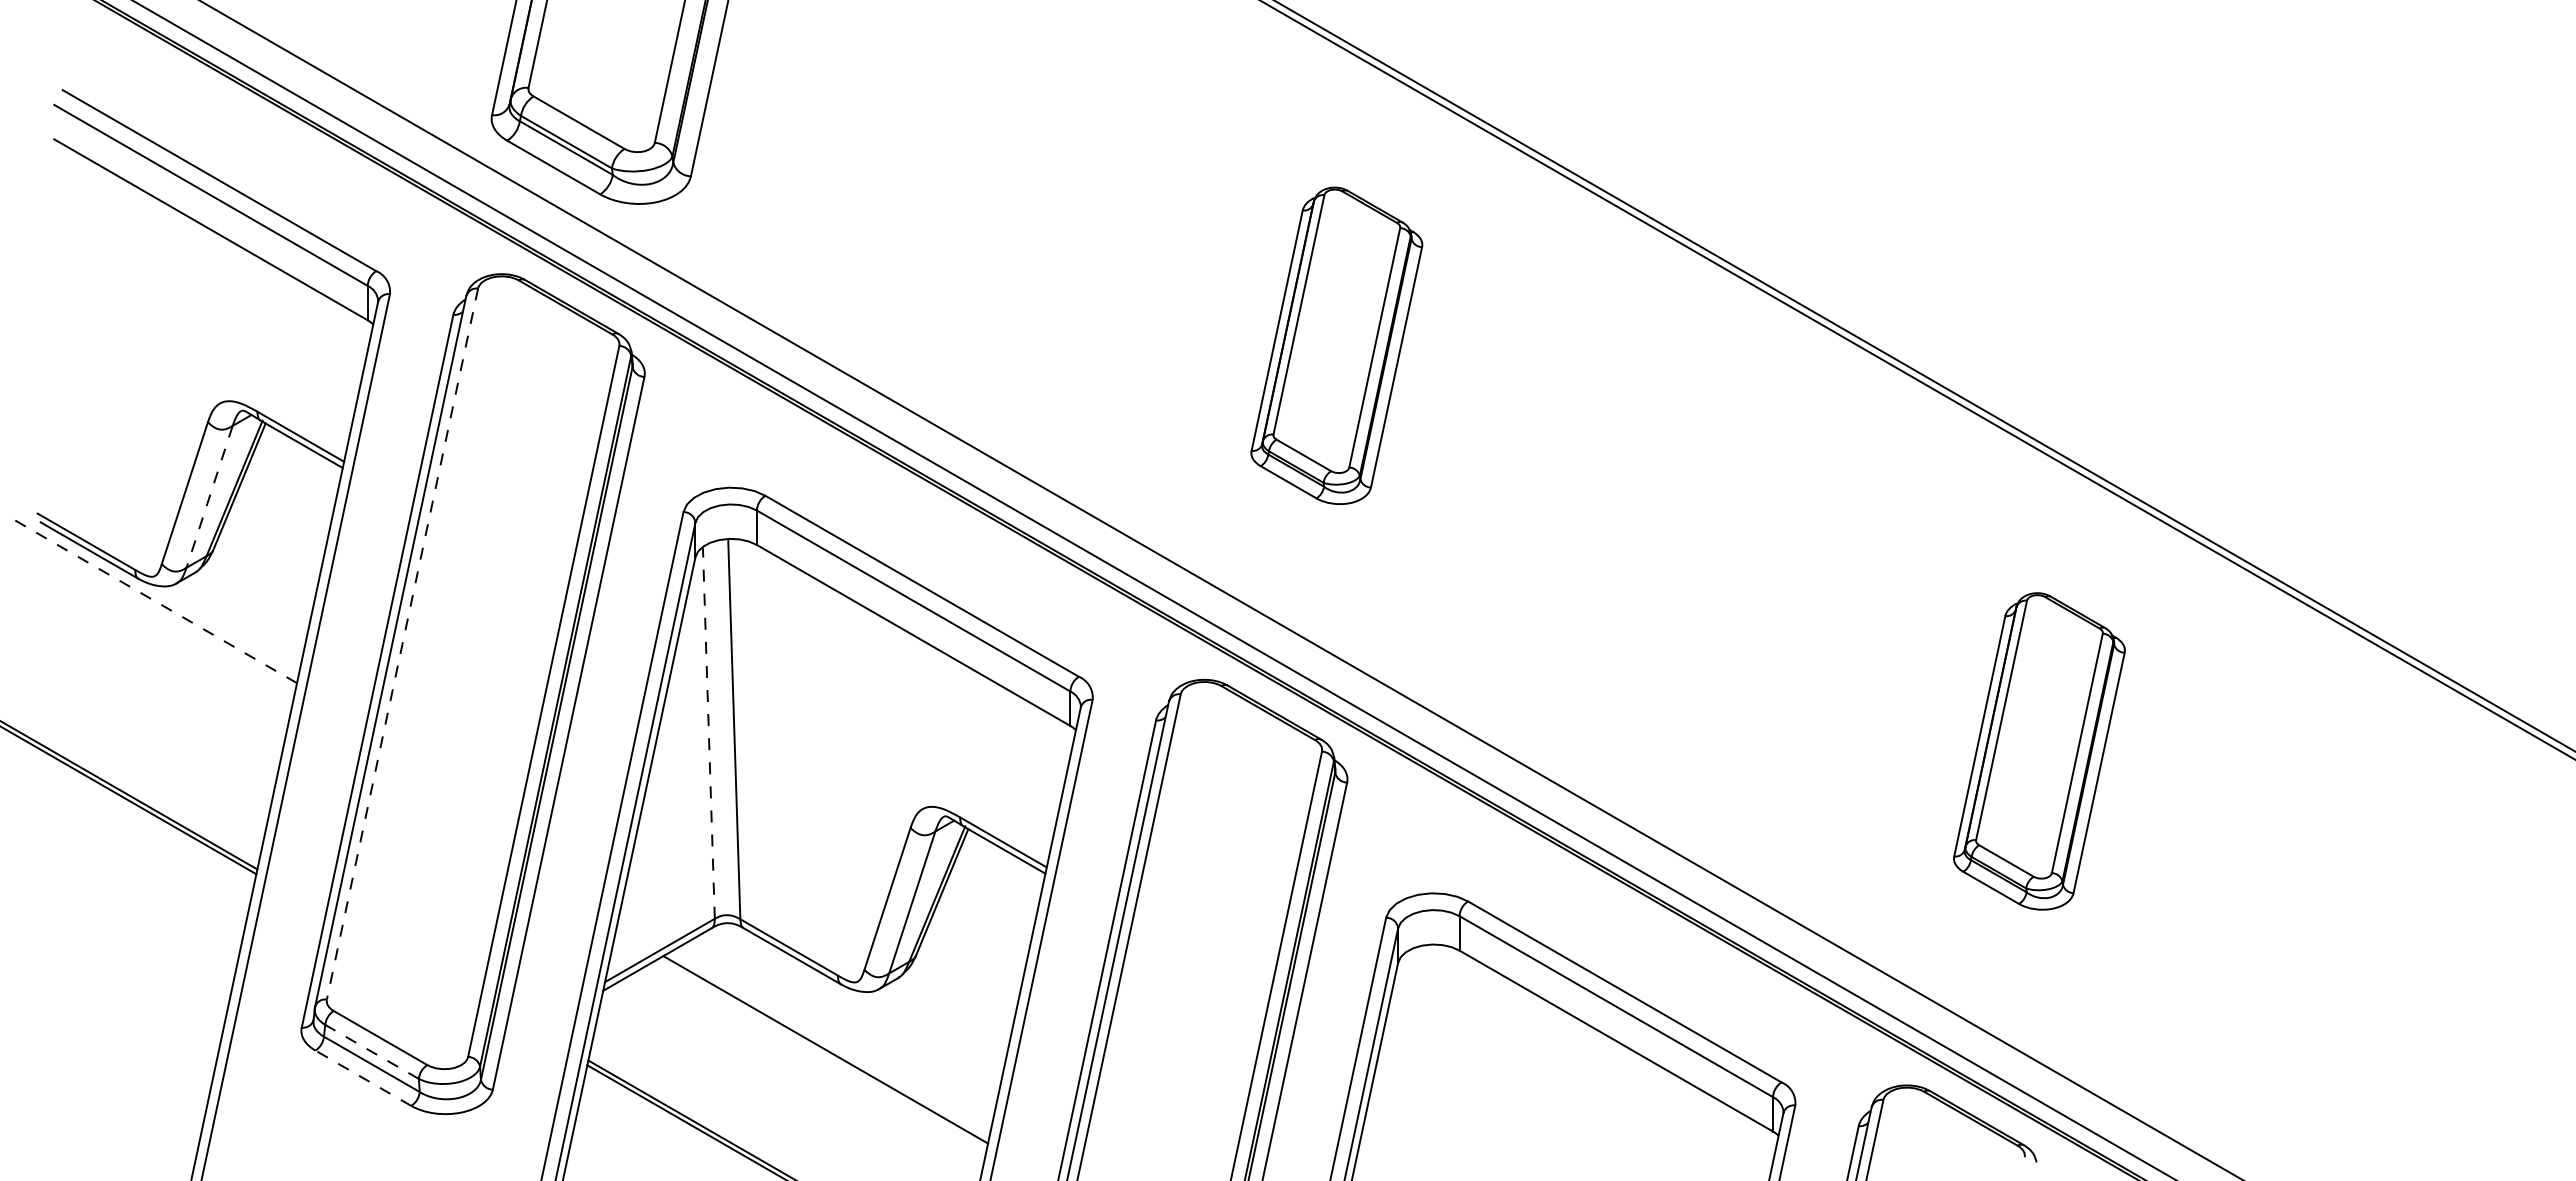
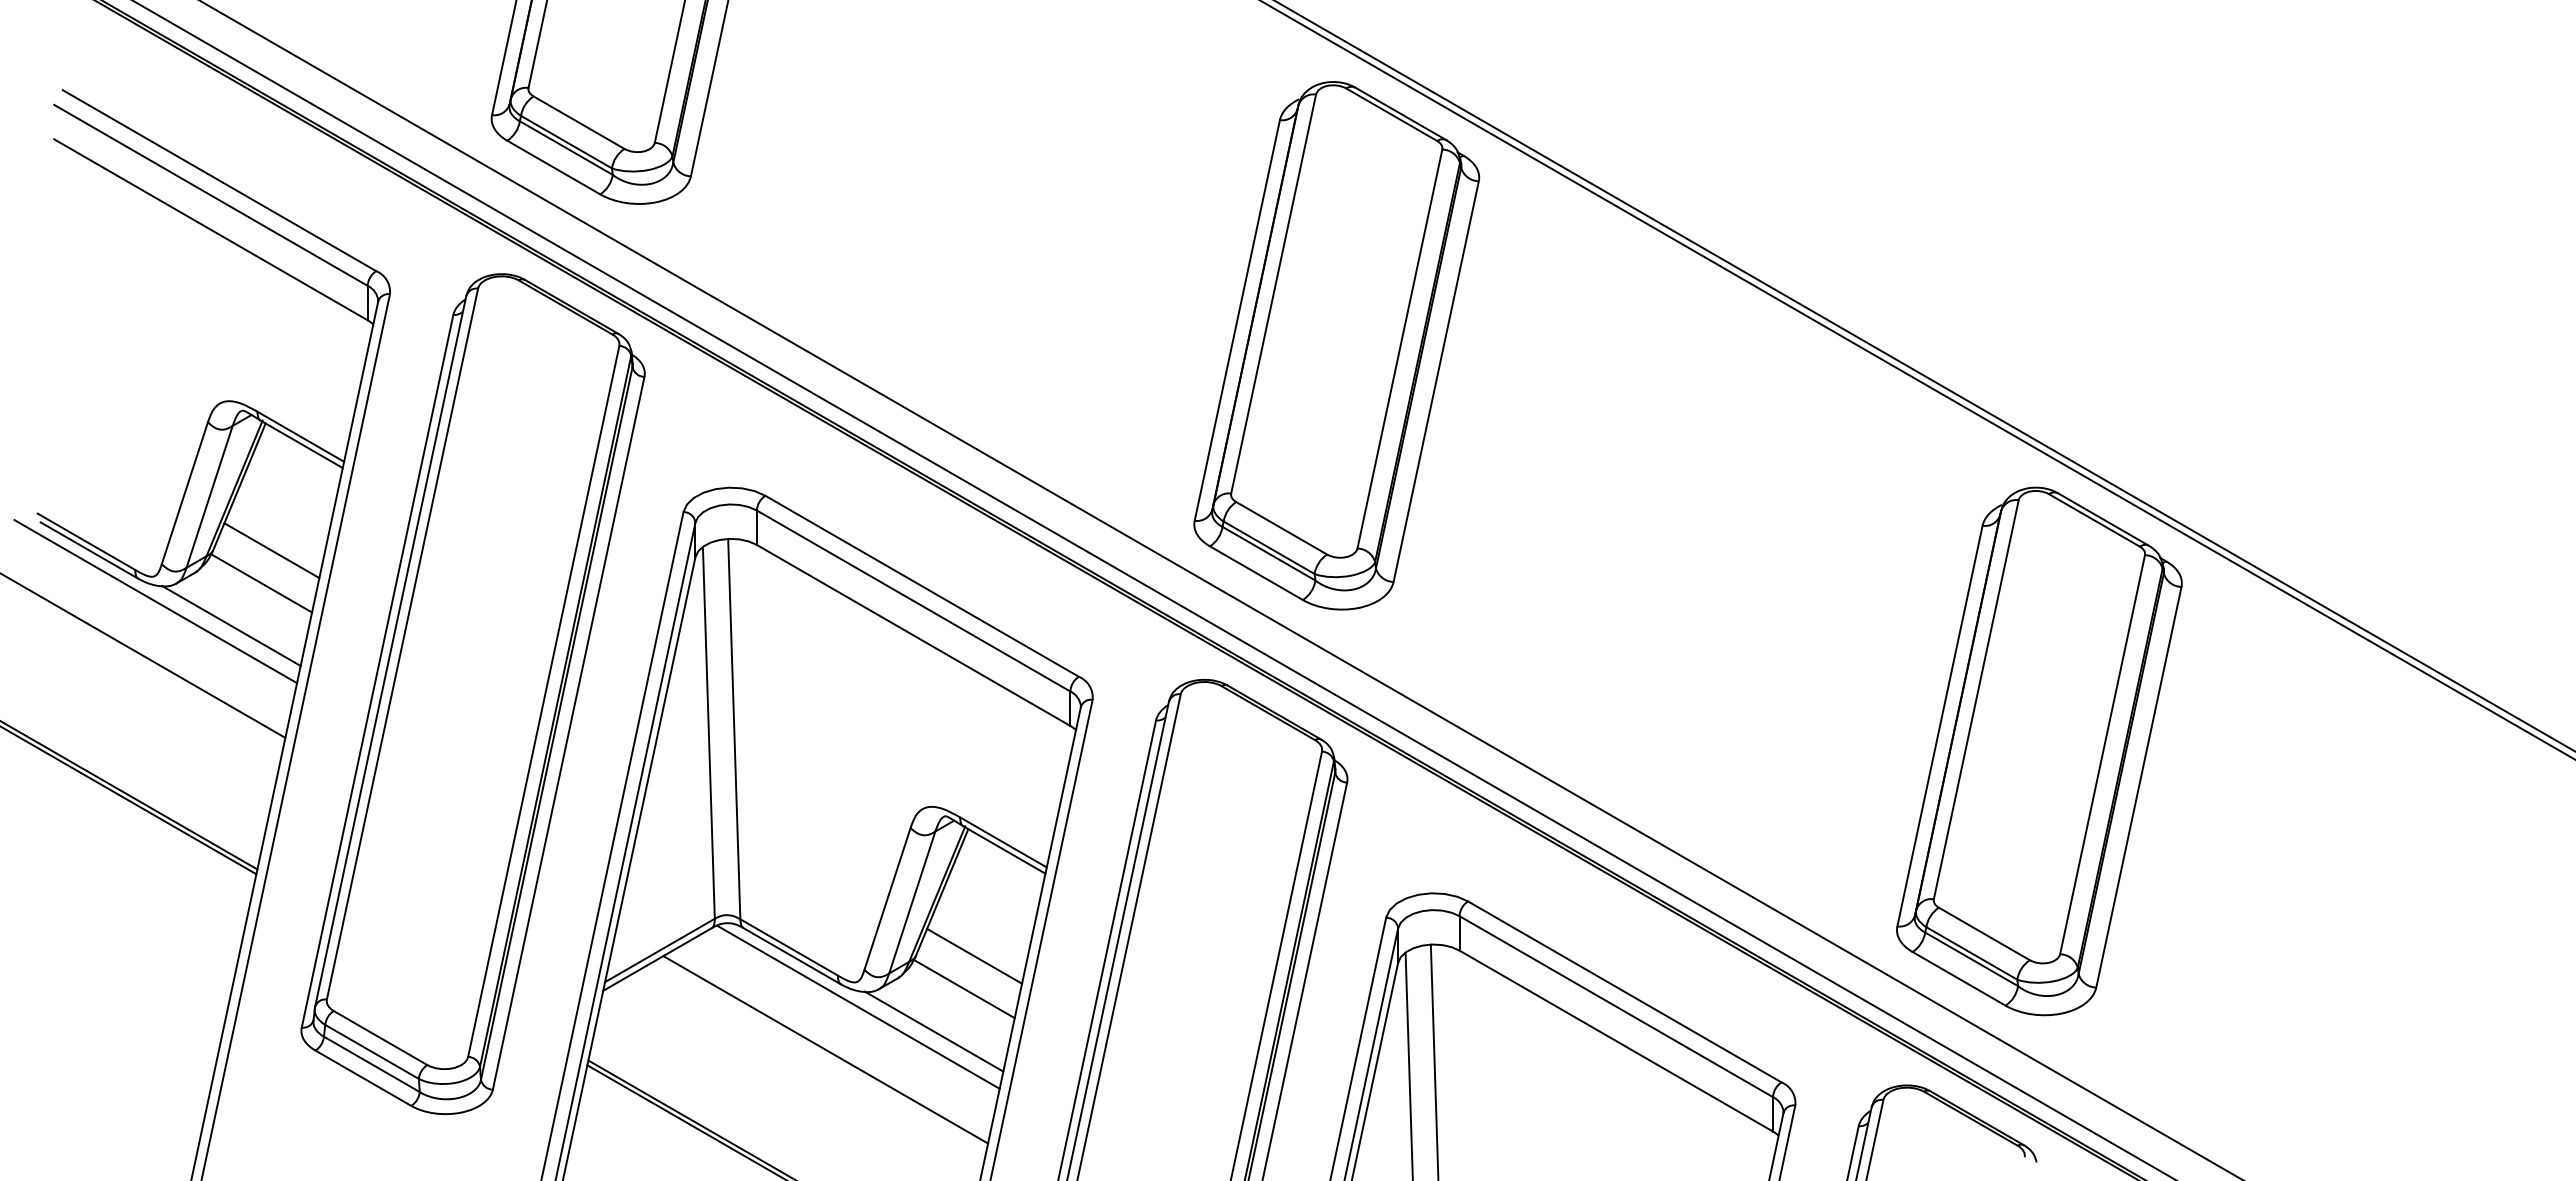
part at (1336, 345) size: 174x319 px -> 288x530 px
line at (209, 496): dashed -> solid
line at (271, 550): none -> present
line at (261, 583): none -> present
line at (155, 601): dashed -> solid
line at (231, 625): none -> present
line at (402, 644): dashed -> solid
line at (143, 655): none -> present
line at (708, 733): dashed -> solid
part at (2039, 751) size: 173x319 px -> 287x531 px
line at (974, 955): none -> present
line at (963, 988): none -> present
line at (858, 1006): none -> present
line at (933, 1031): none -> present
line at (371, 1051): dashed -> solid
line at (1434, 1060): none -> present
line at (1408, 1065): none -> present
line at (362, 1077): dashed -> solid
